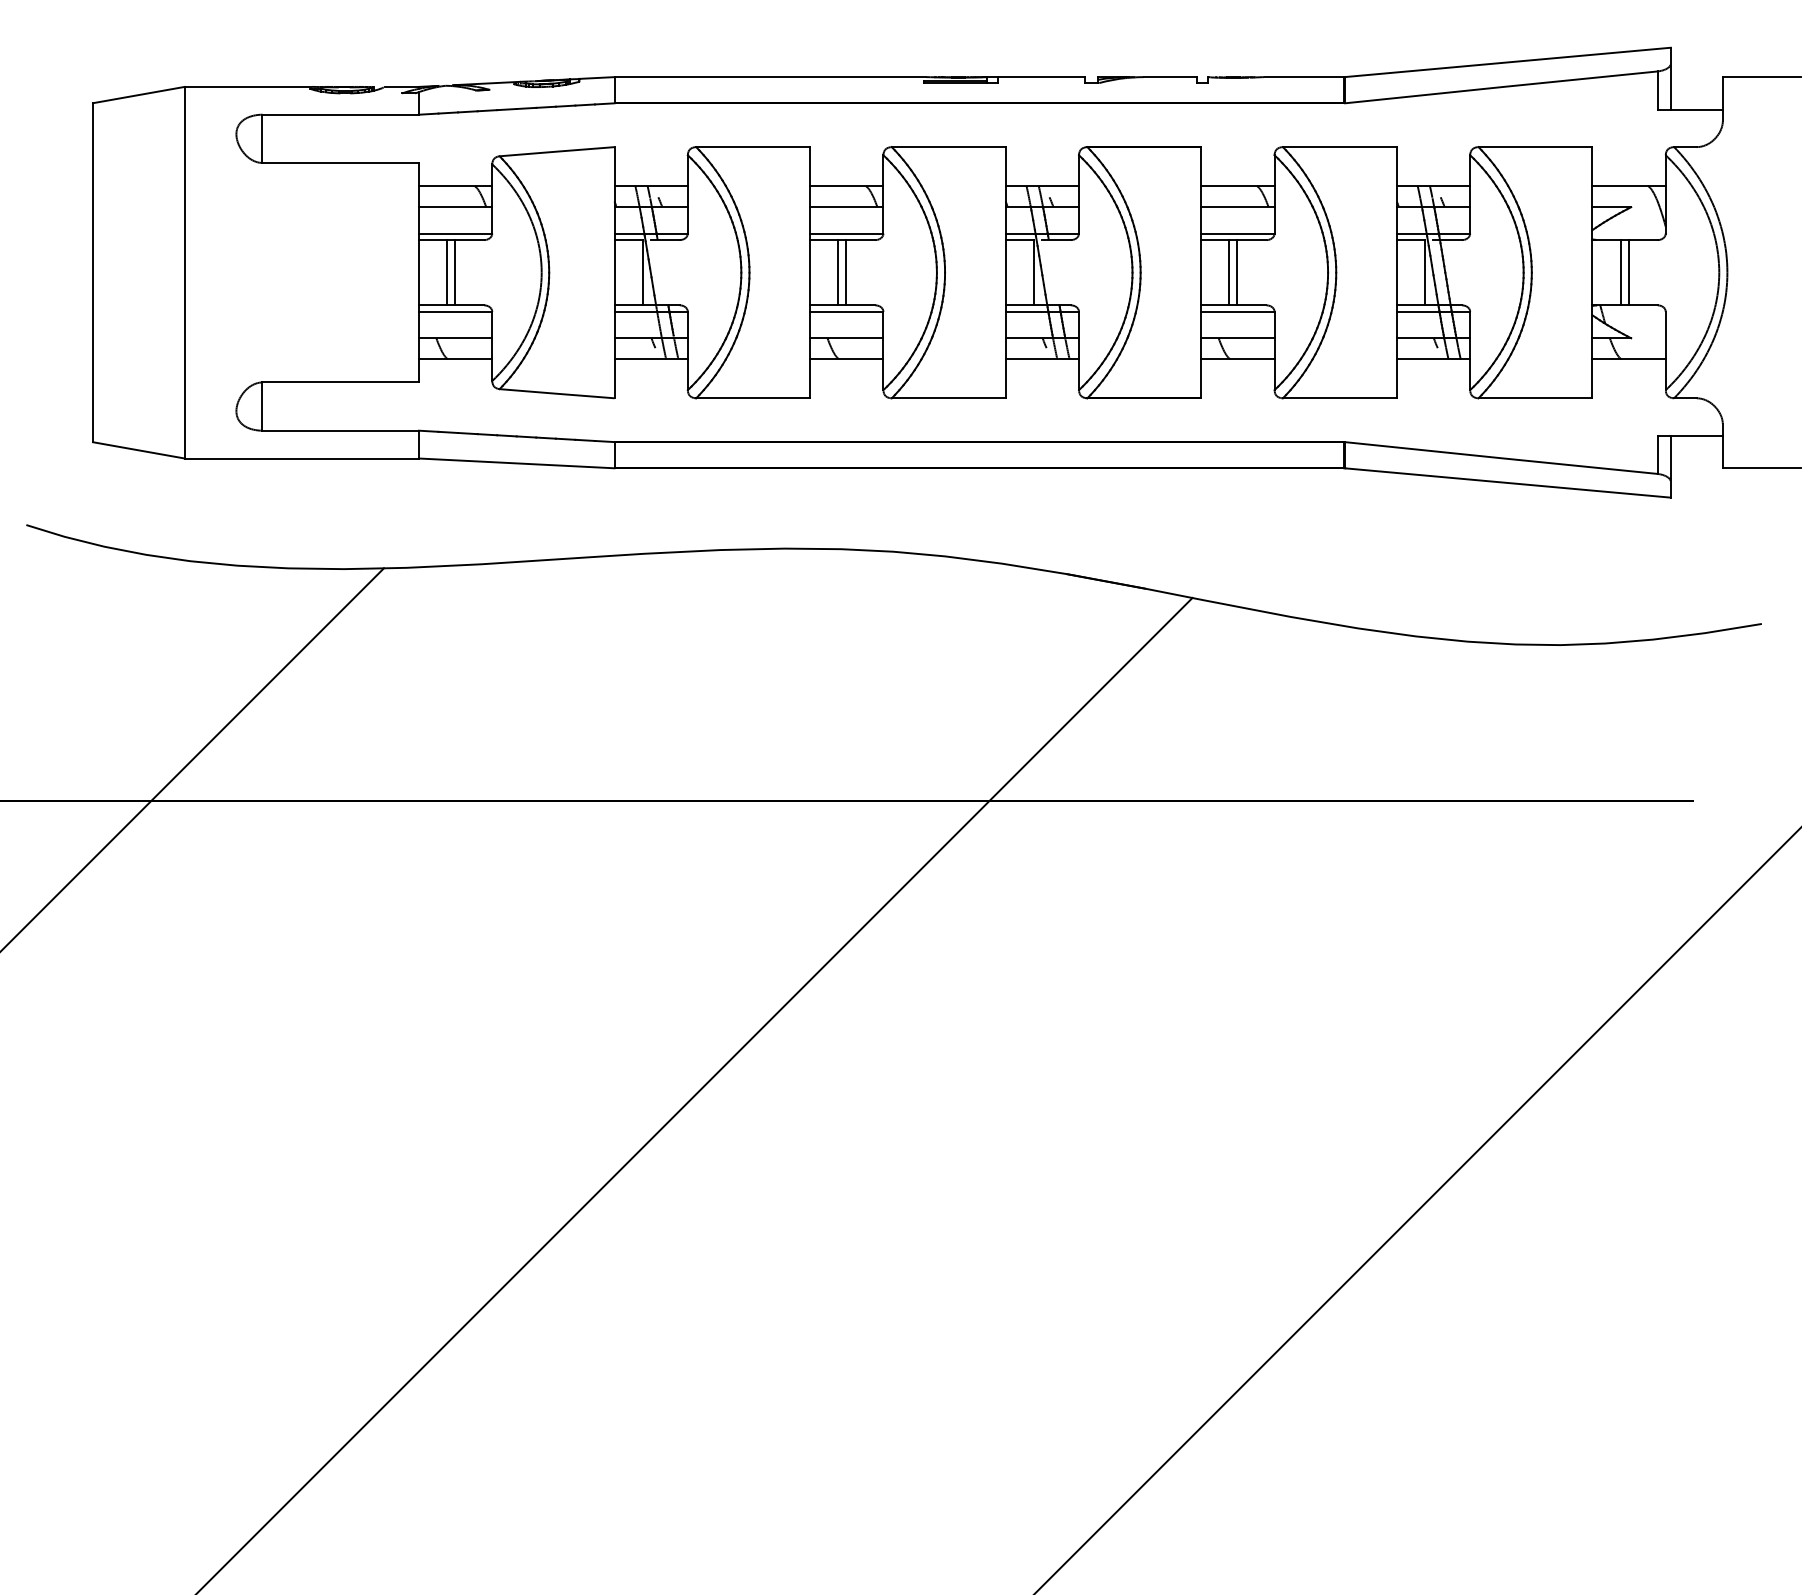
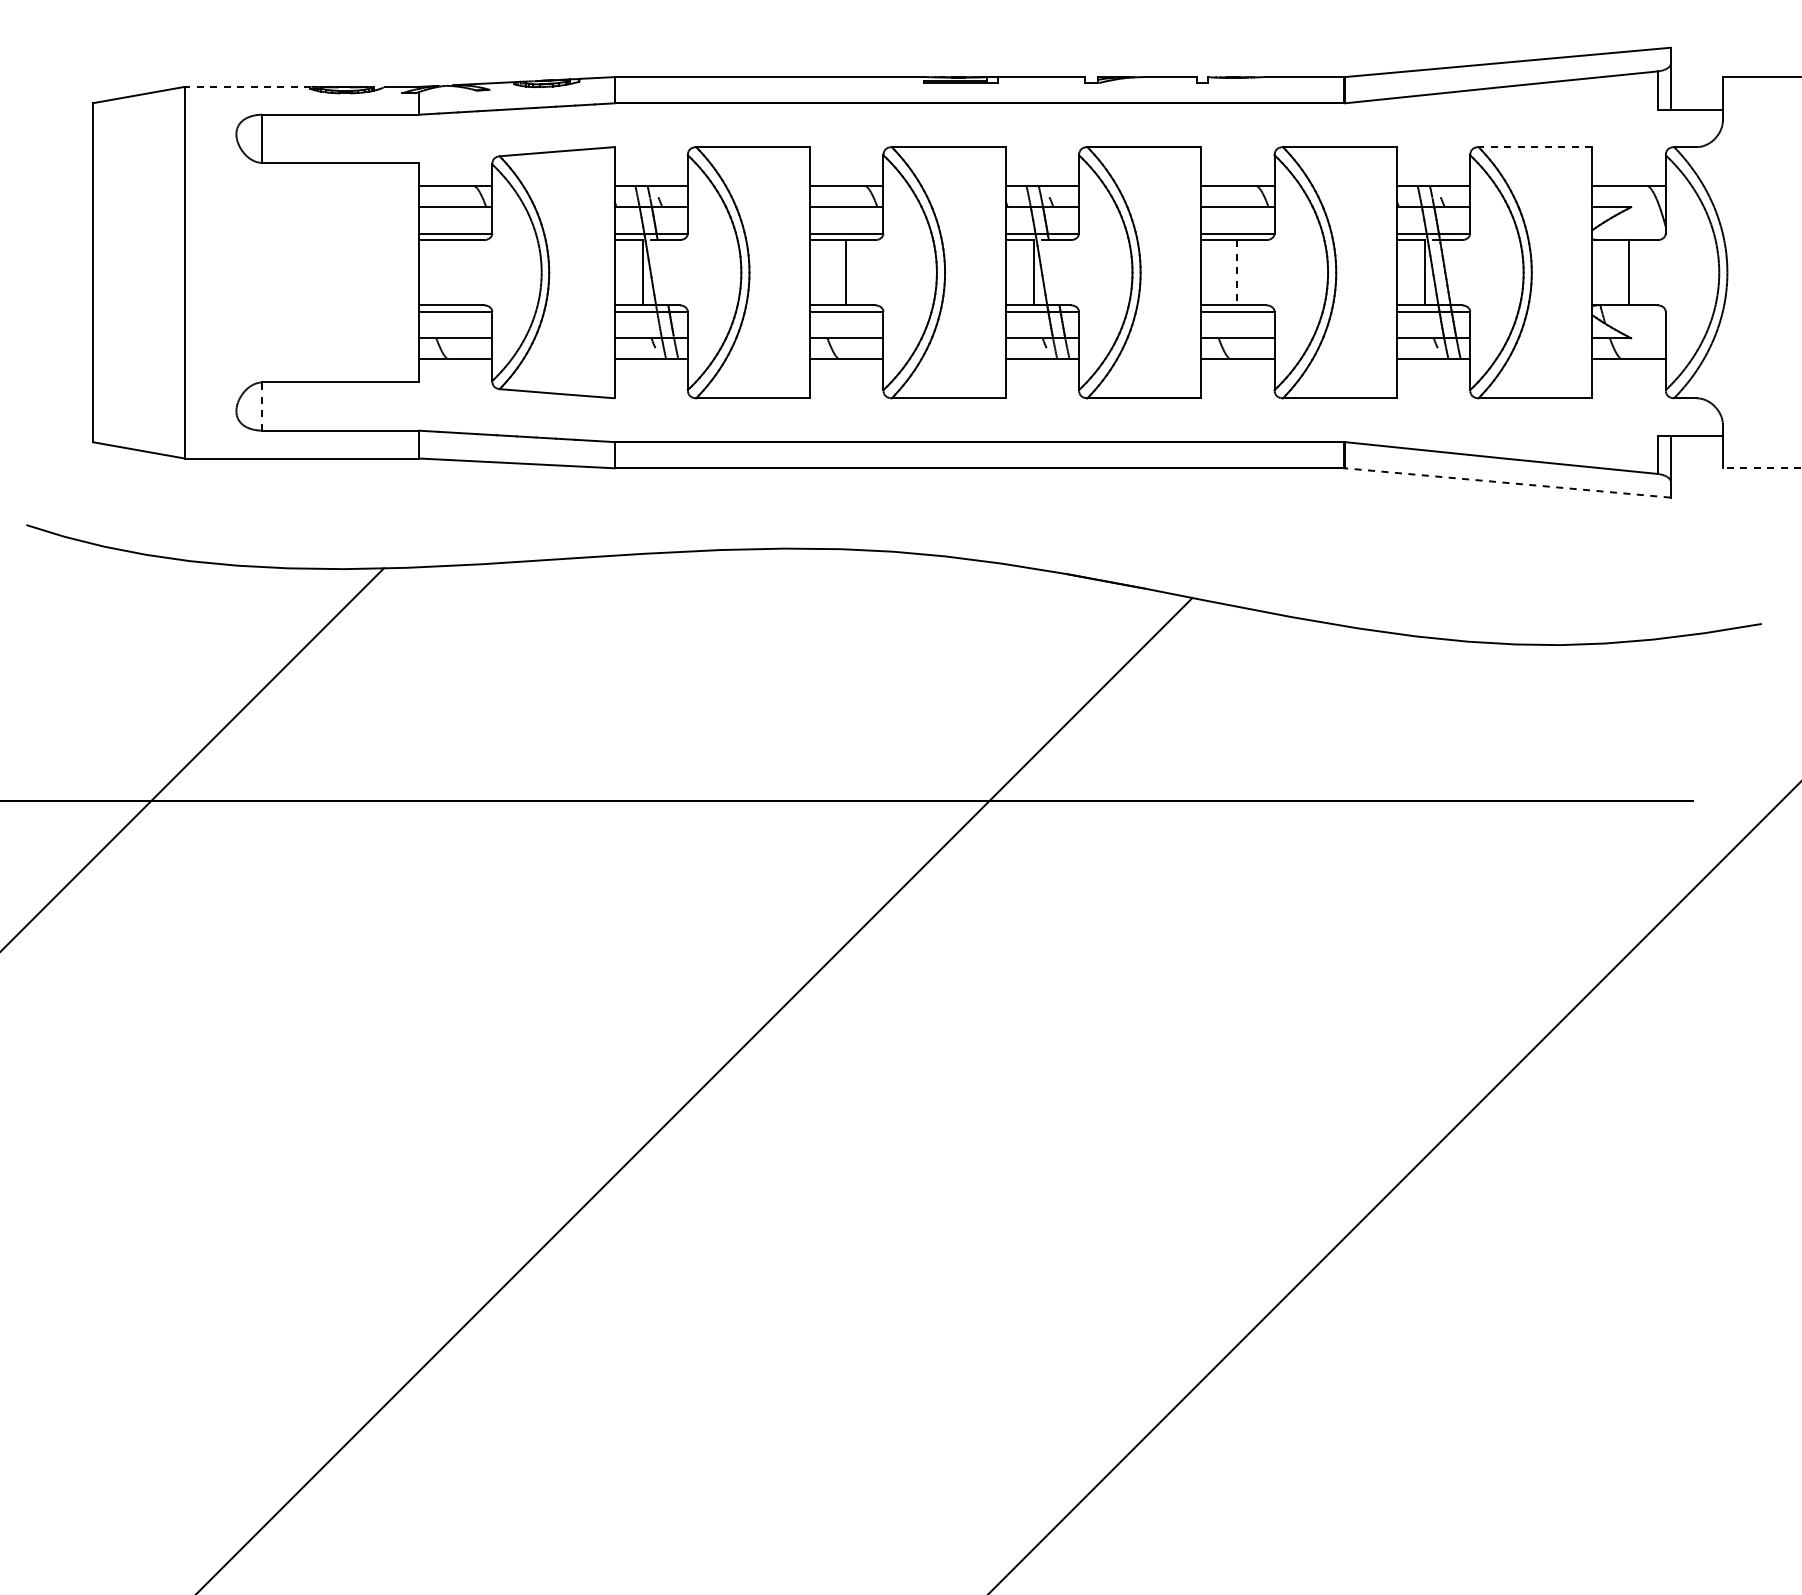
line at (247, 86): solid -> dashed
line at (1535, 147): solid -> dashed
line at (446, 272): present -> none
line at (455, 272): present -> none
line at (838, 272): present -> none
line at (1229, 272): present -> none
line at (1237, 272): solid -> dashed
line at (1620, 272): present -> none
line at (262, 406): solid -> dashed
line at (1761, 468): solid -> dashed
line at (1507, 482): solid -> dashed
line at (1417, 1210) position: (1417, 1210) -> (1394, 1187)
